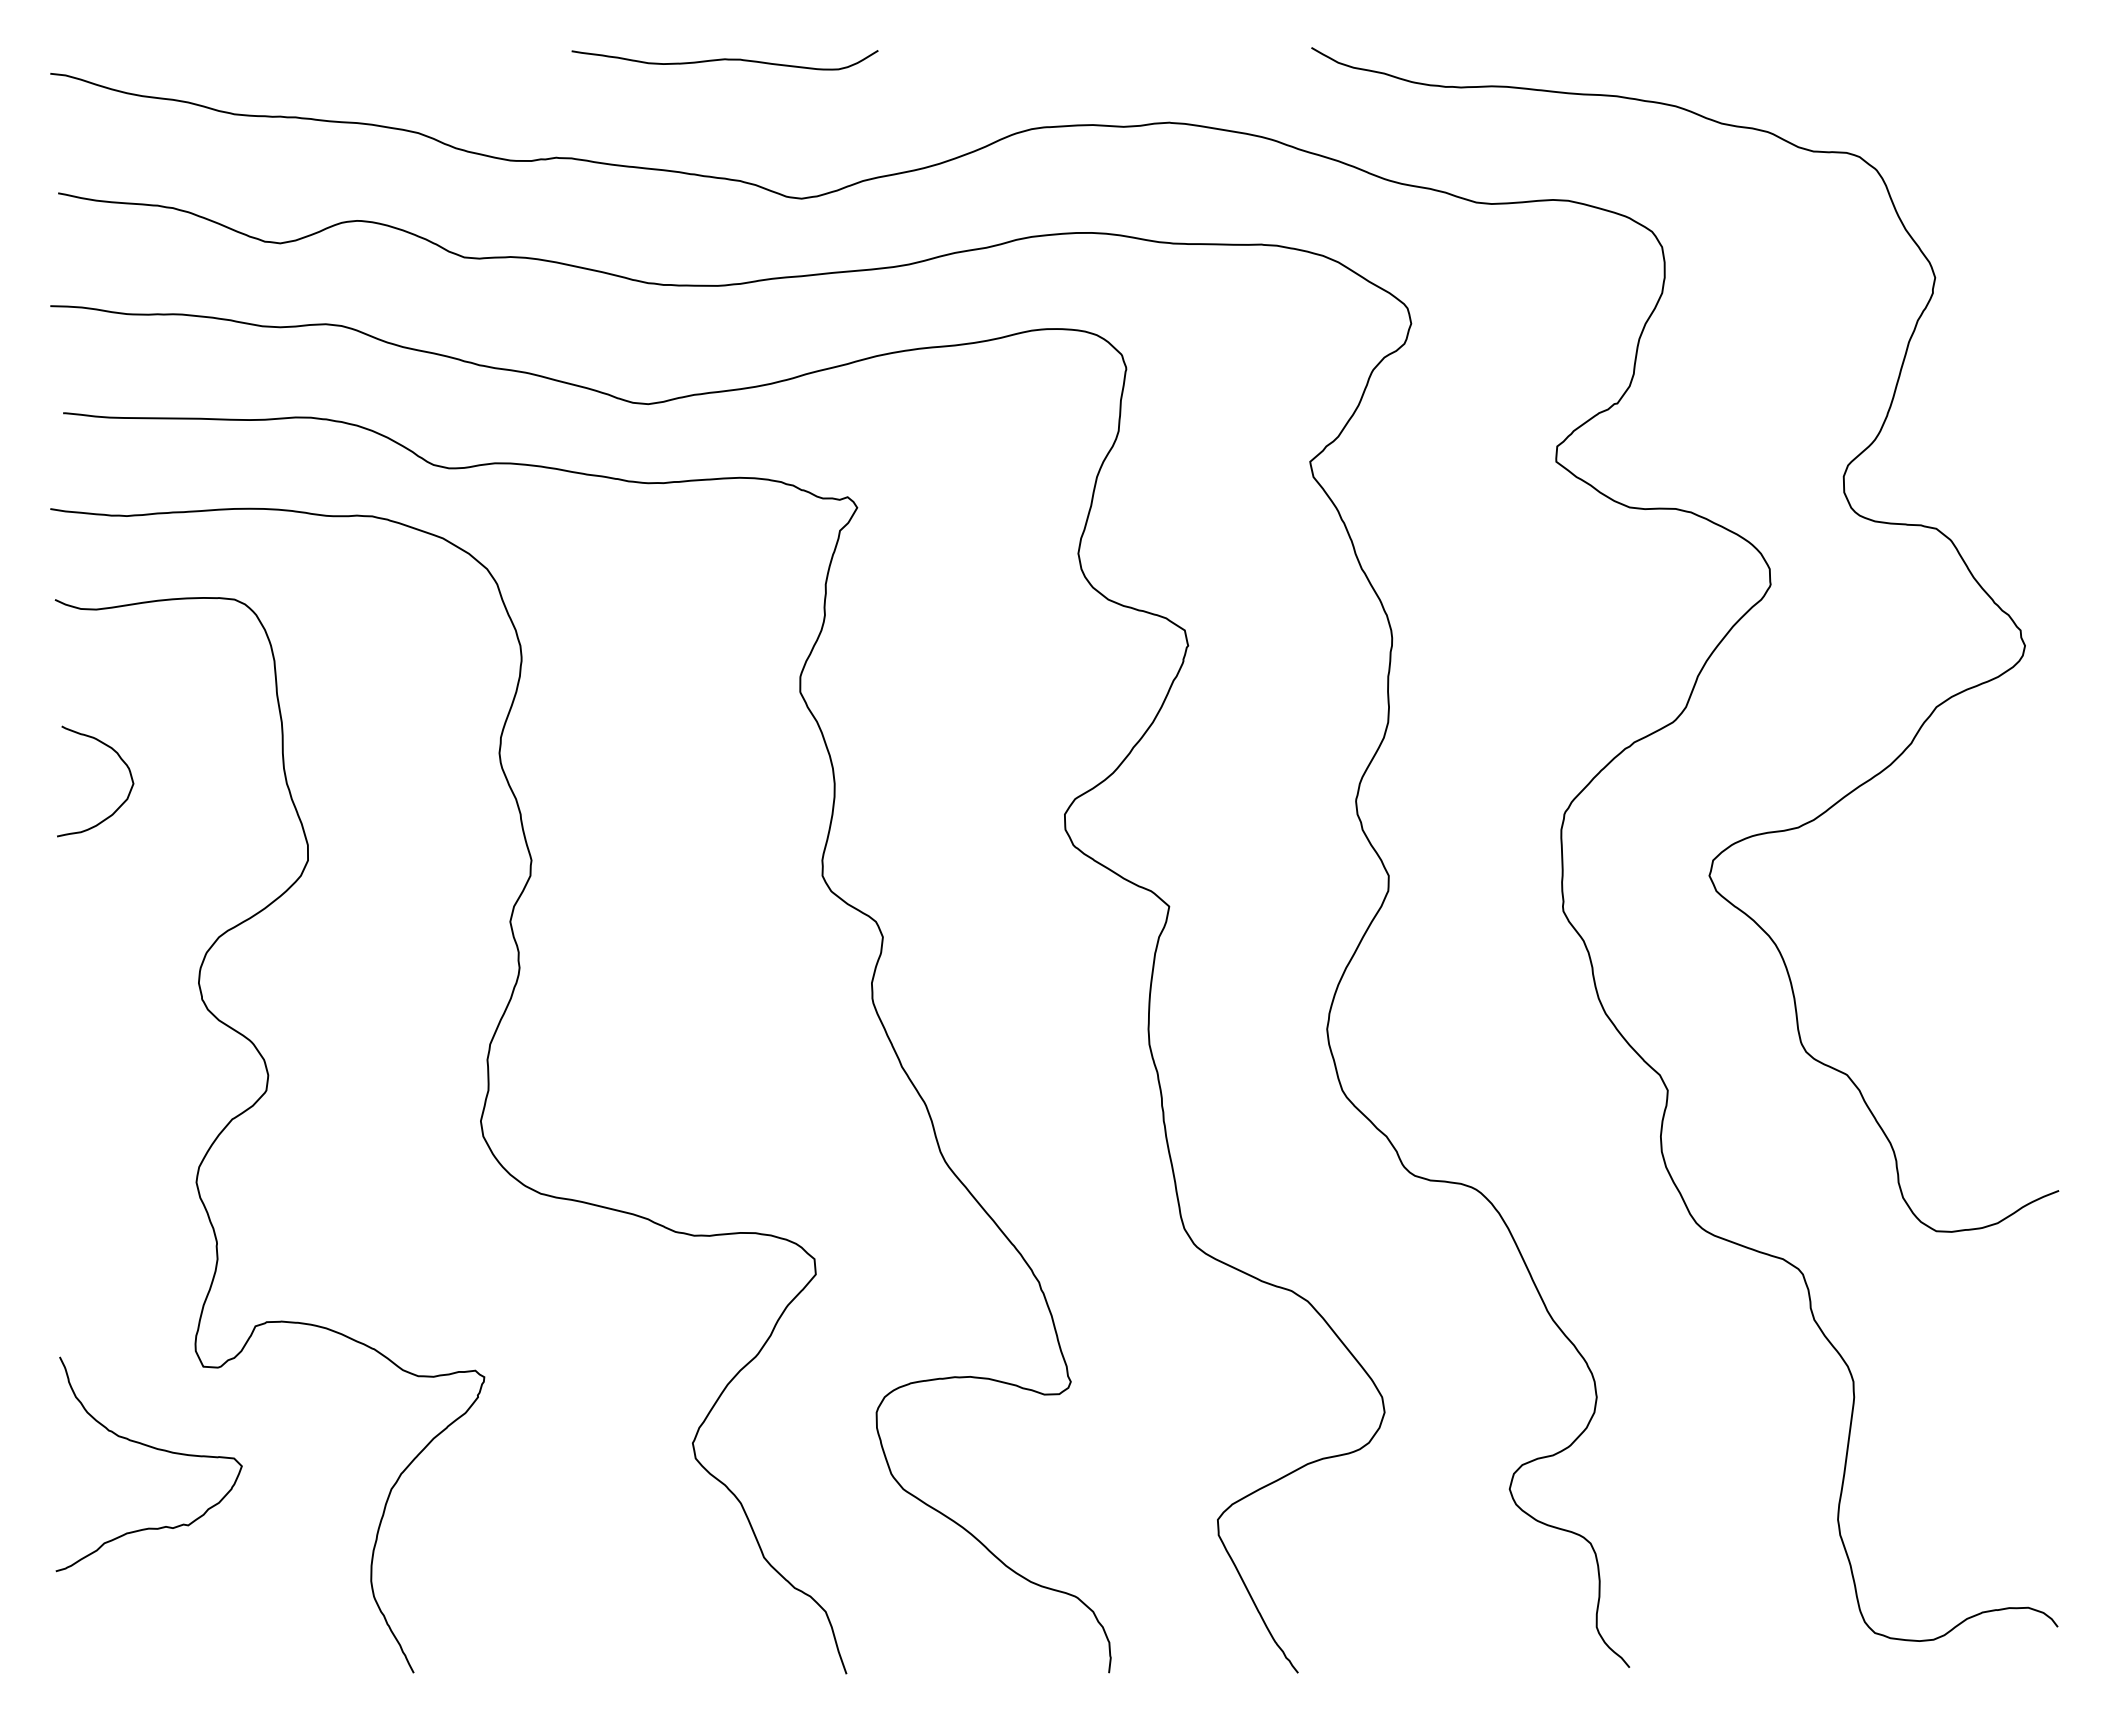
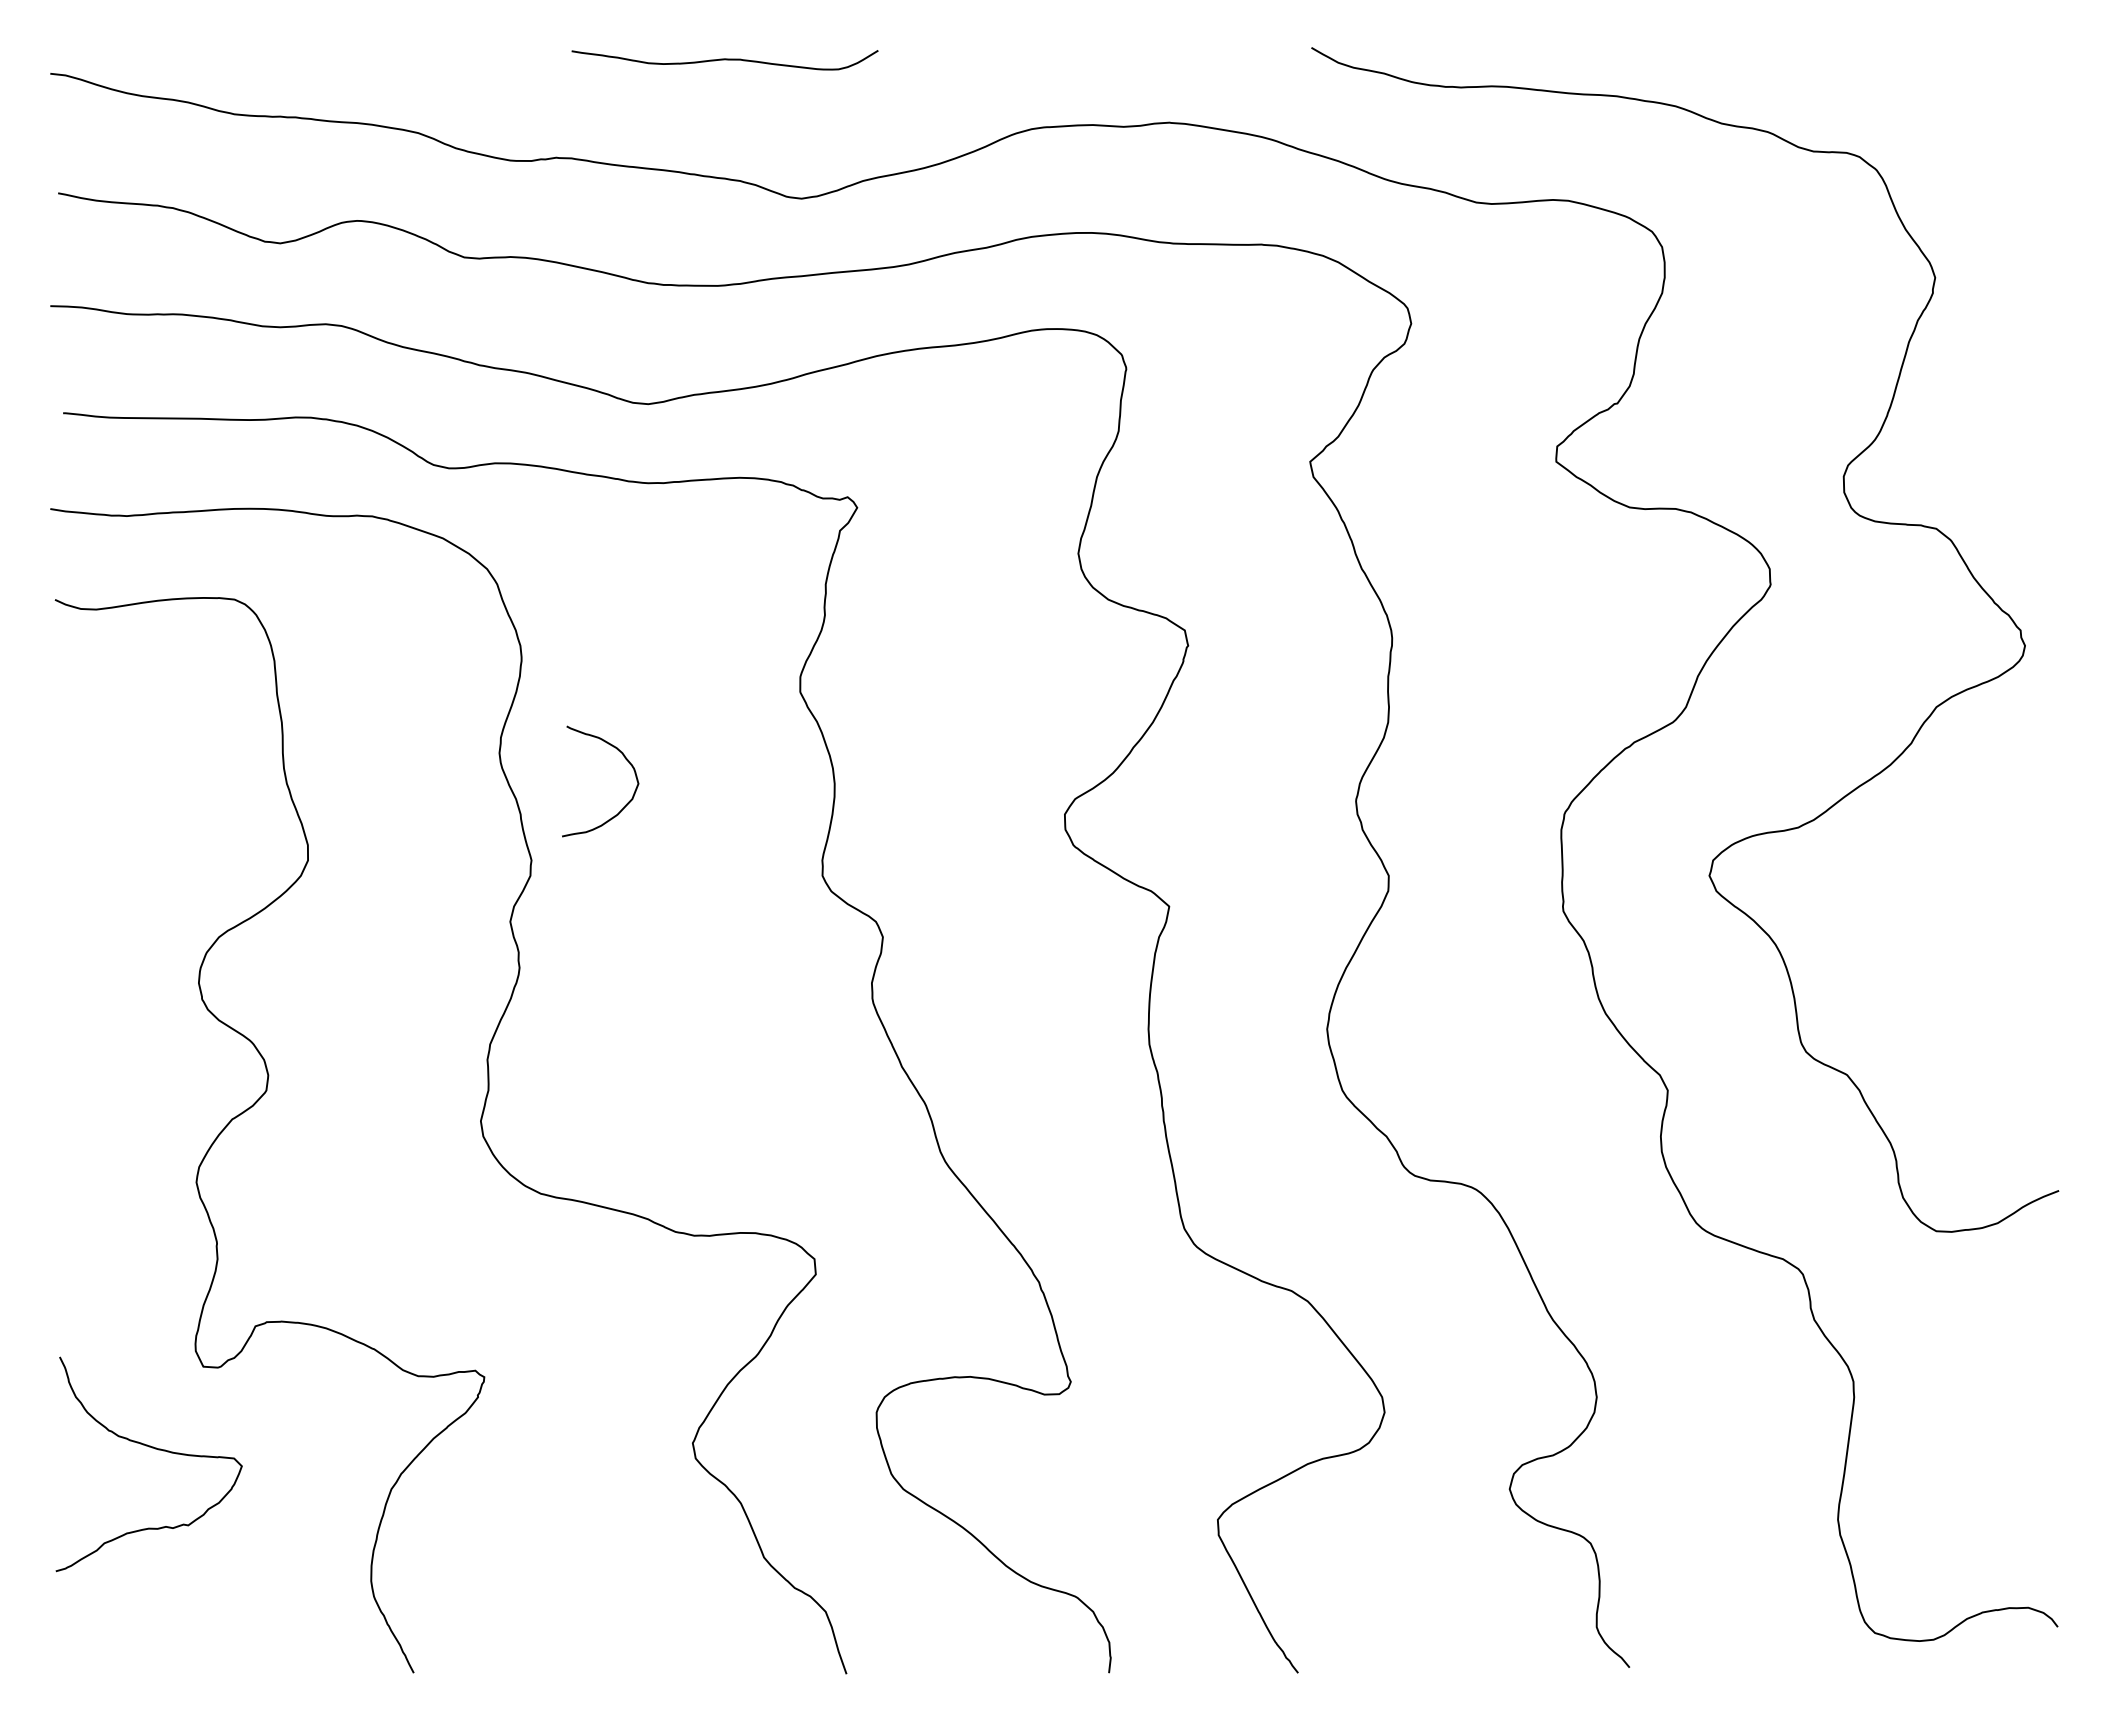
curve at (119, 758) position: (119, 758) -> (624, 758)
